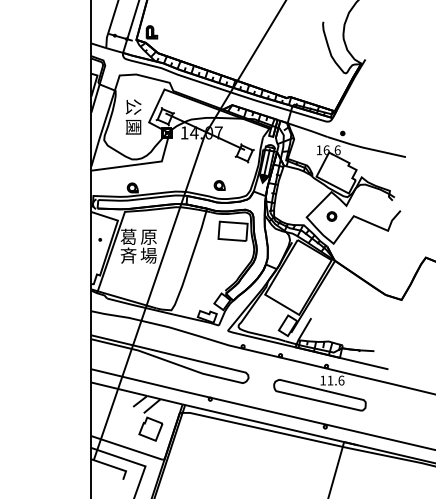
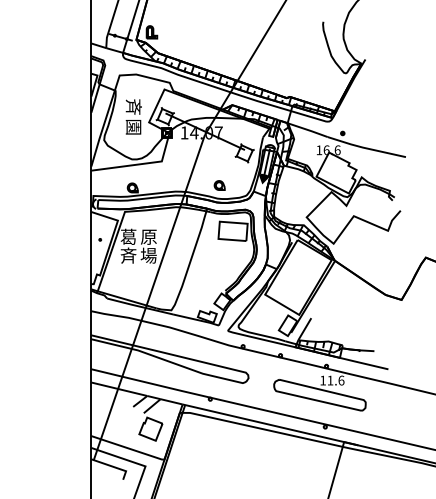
text at (133, 106): 公 -> 斉
part at (331, 216): present -> none
